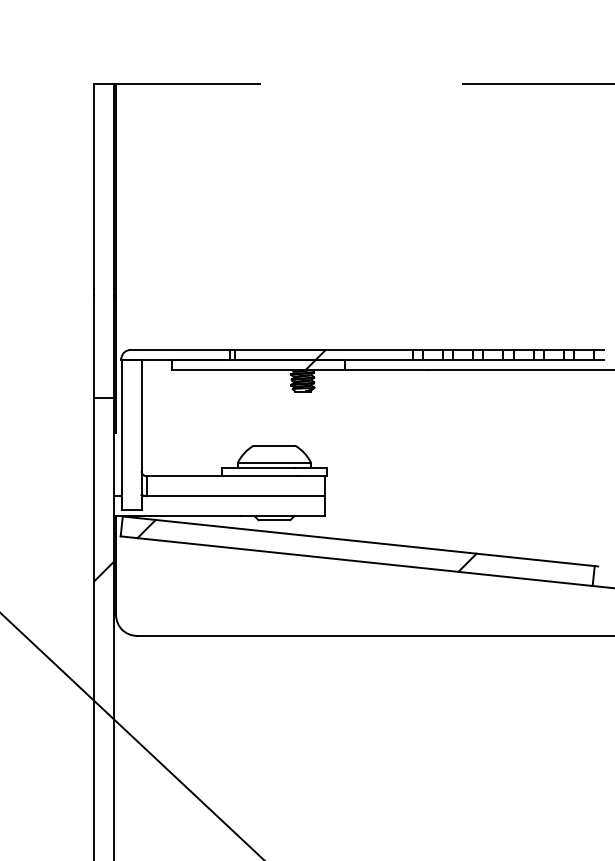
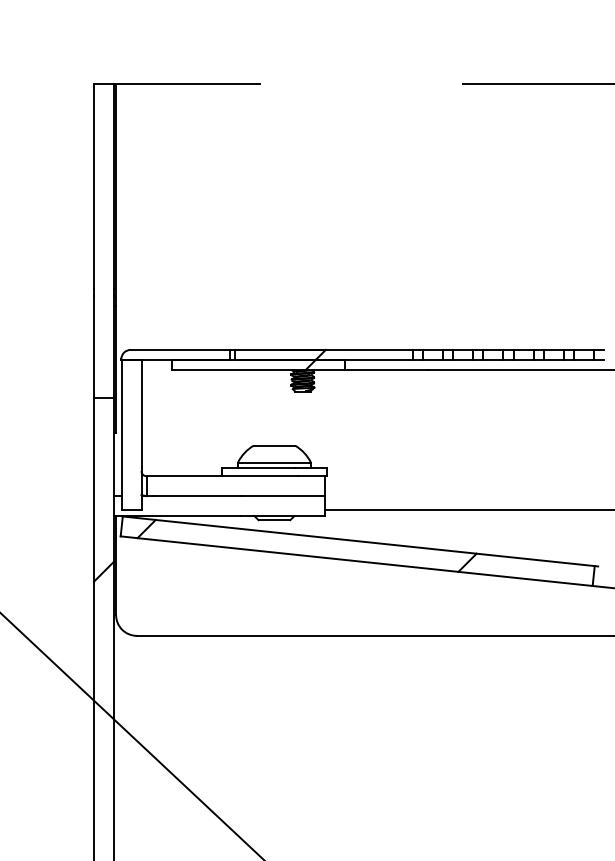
line at (467, 510): none -> present
